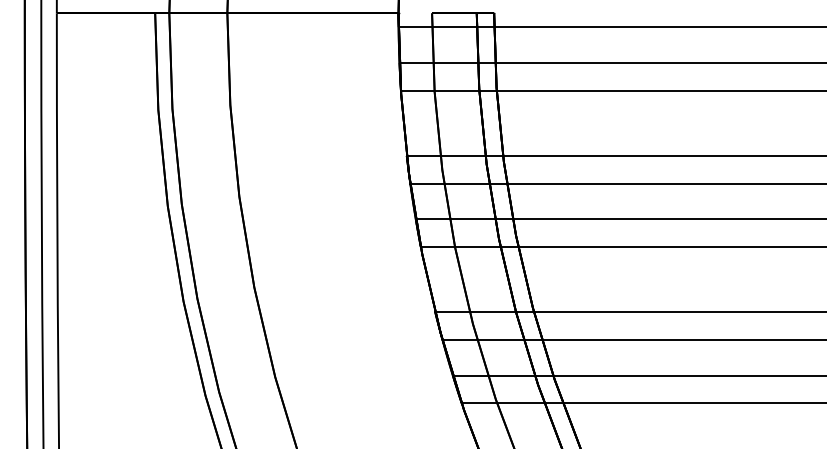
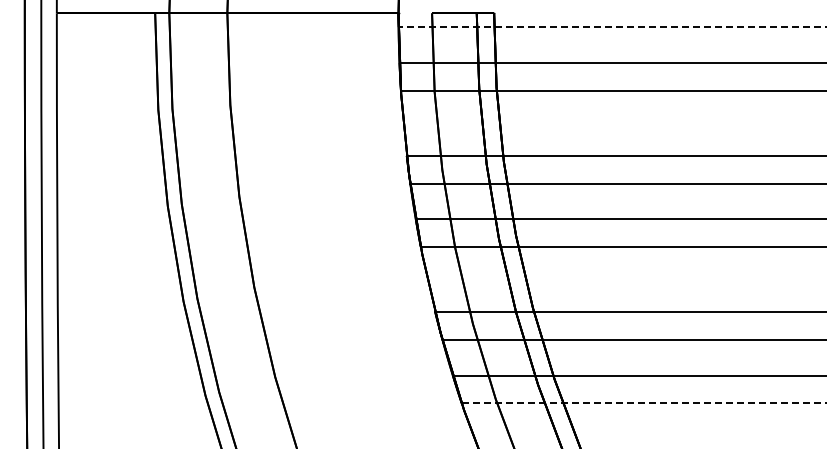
line at (612, 27): solid -> dashed
line at (644, 403): solid -> dashed
